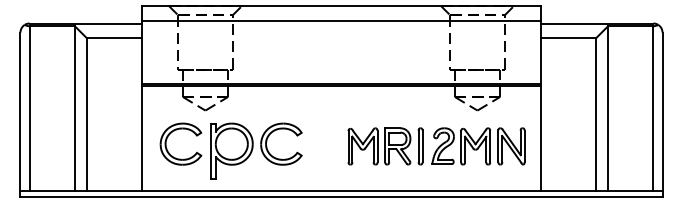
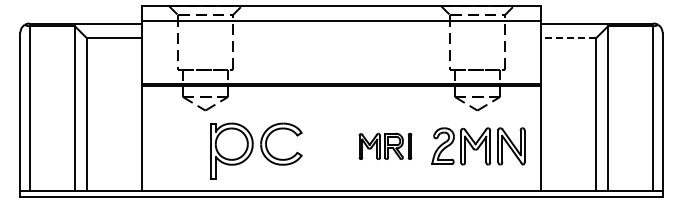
line at (568, 38): solid -> dashed
part at (174, 131): present -> none
part at (385, 146) size: 77x39 px -> 55x28 px
